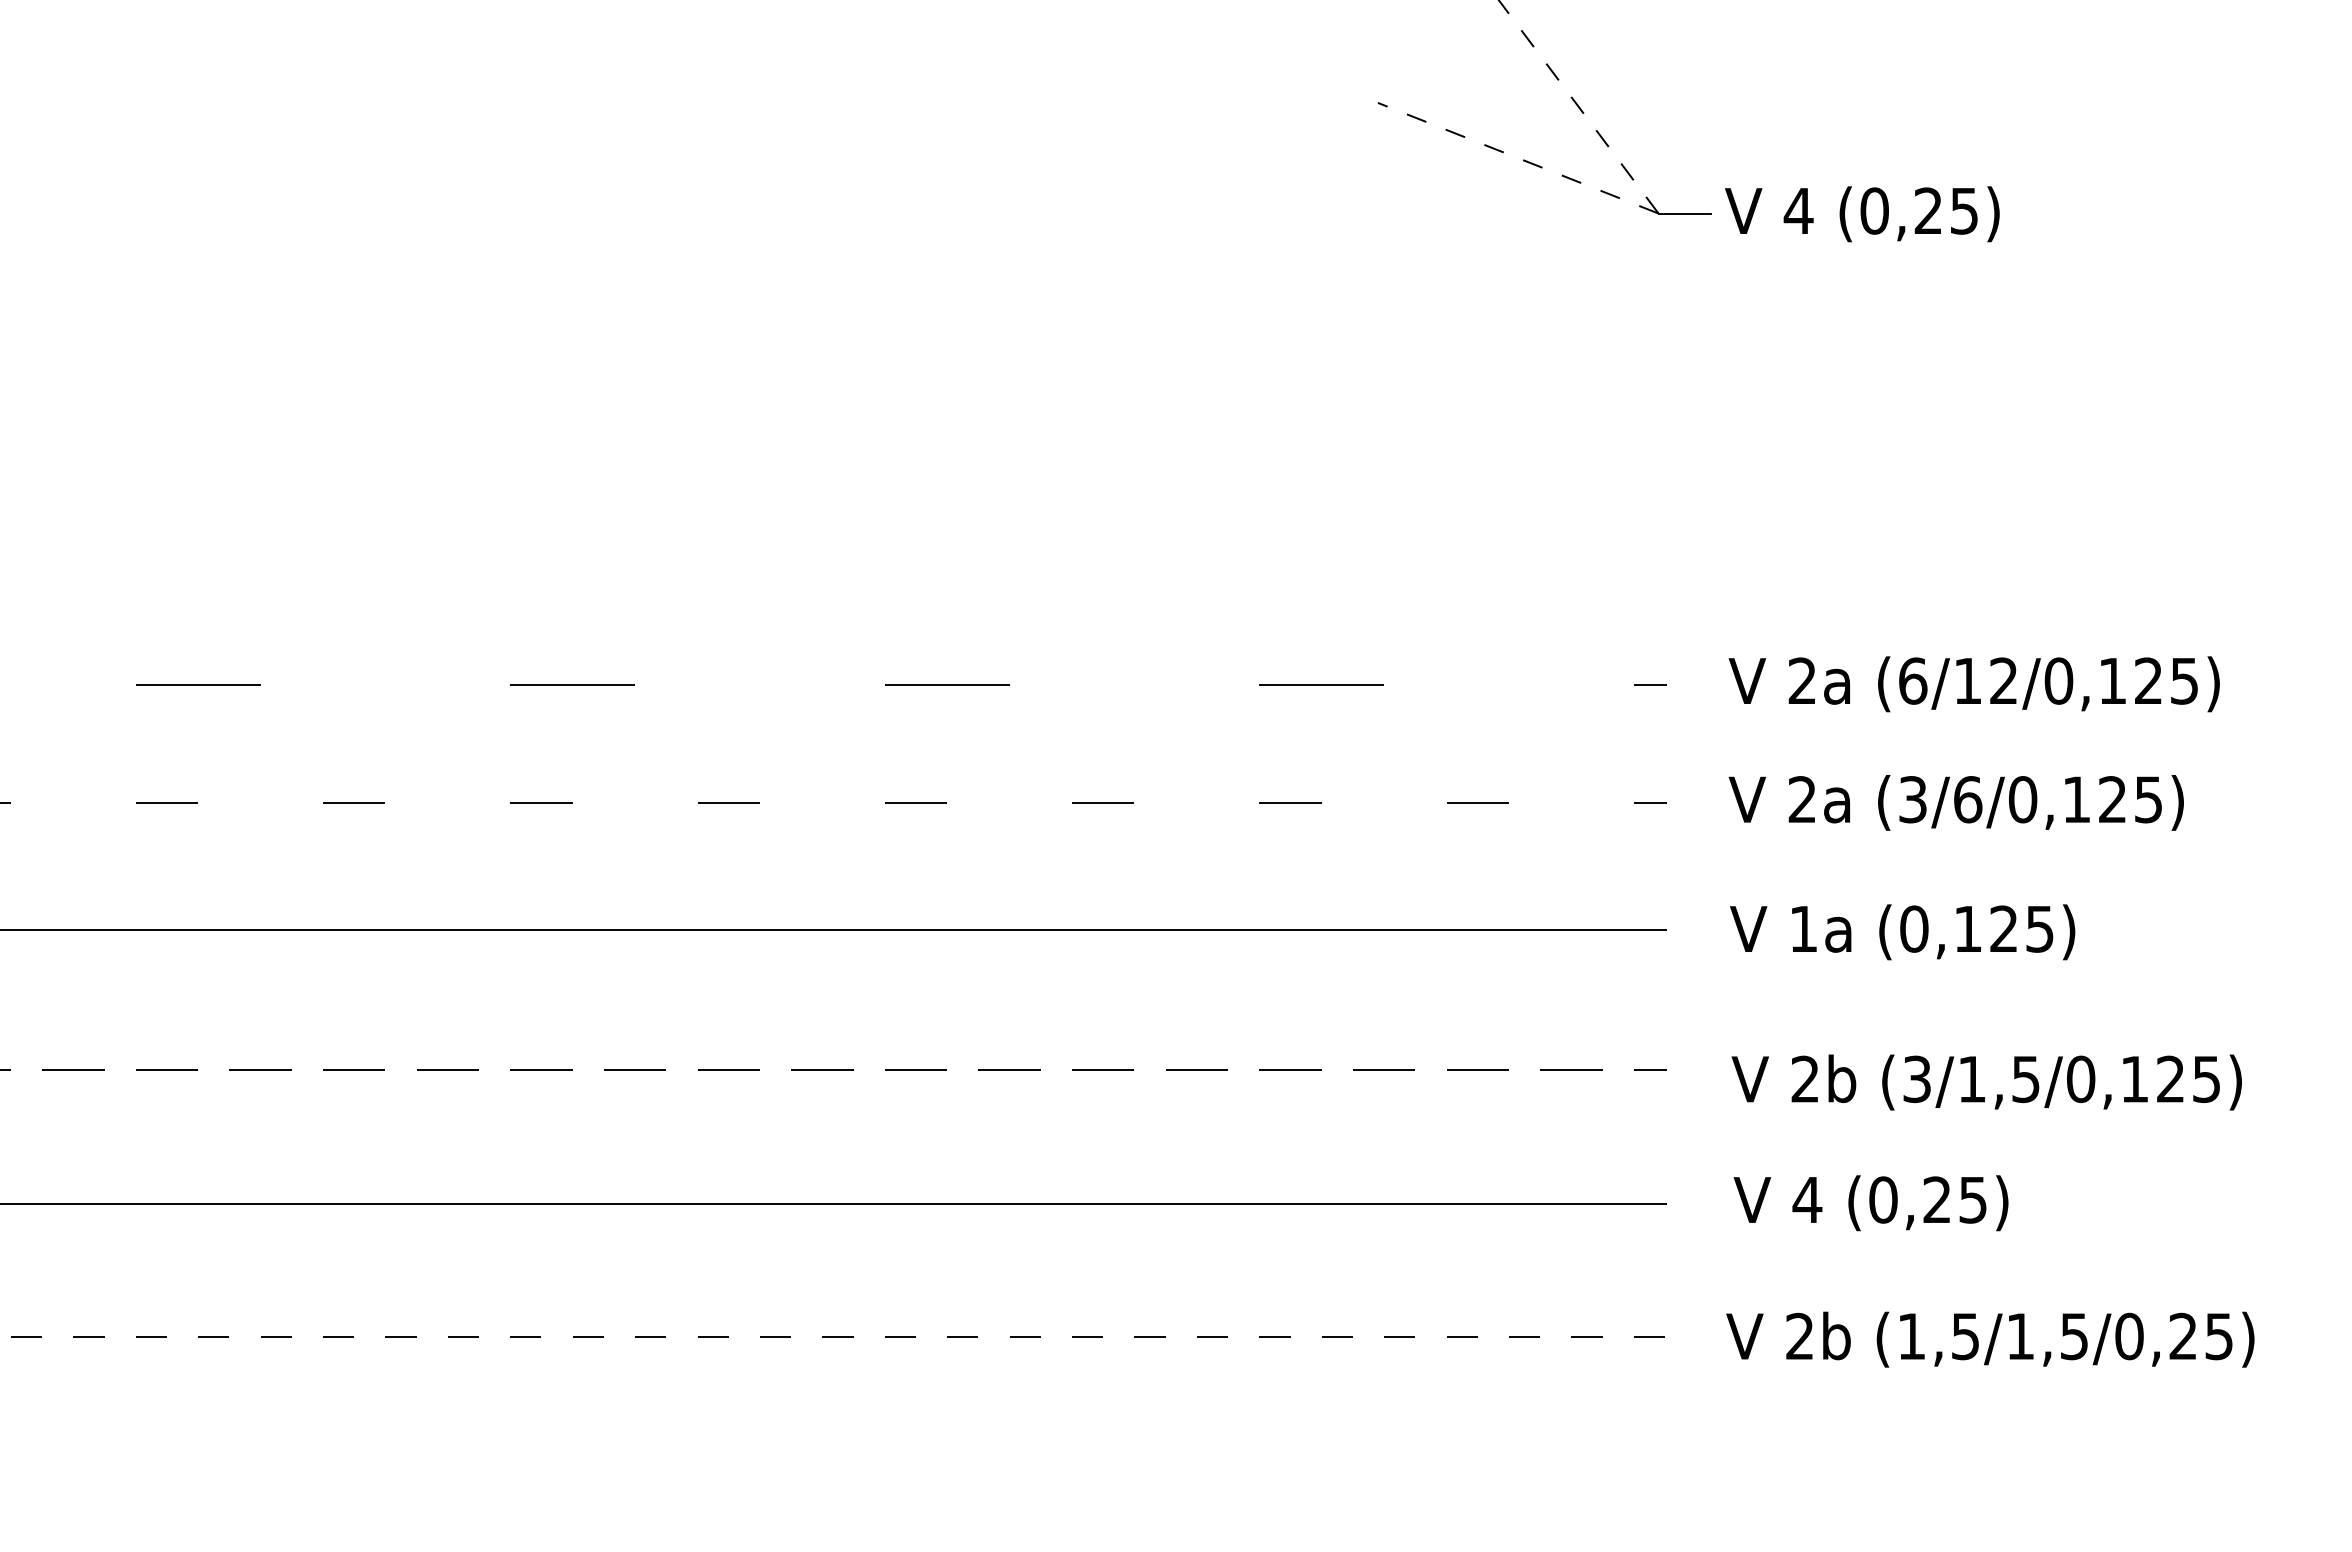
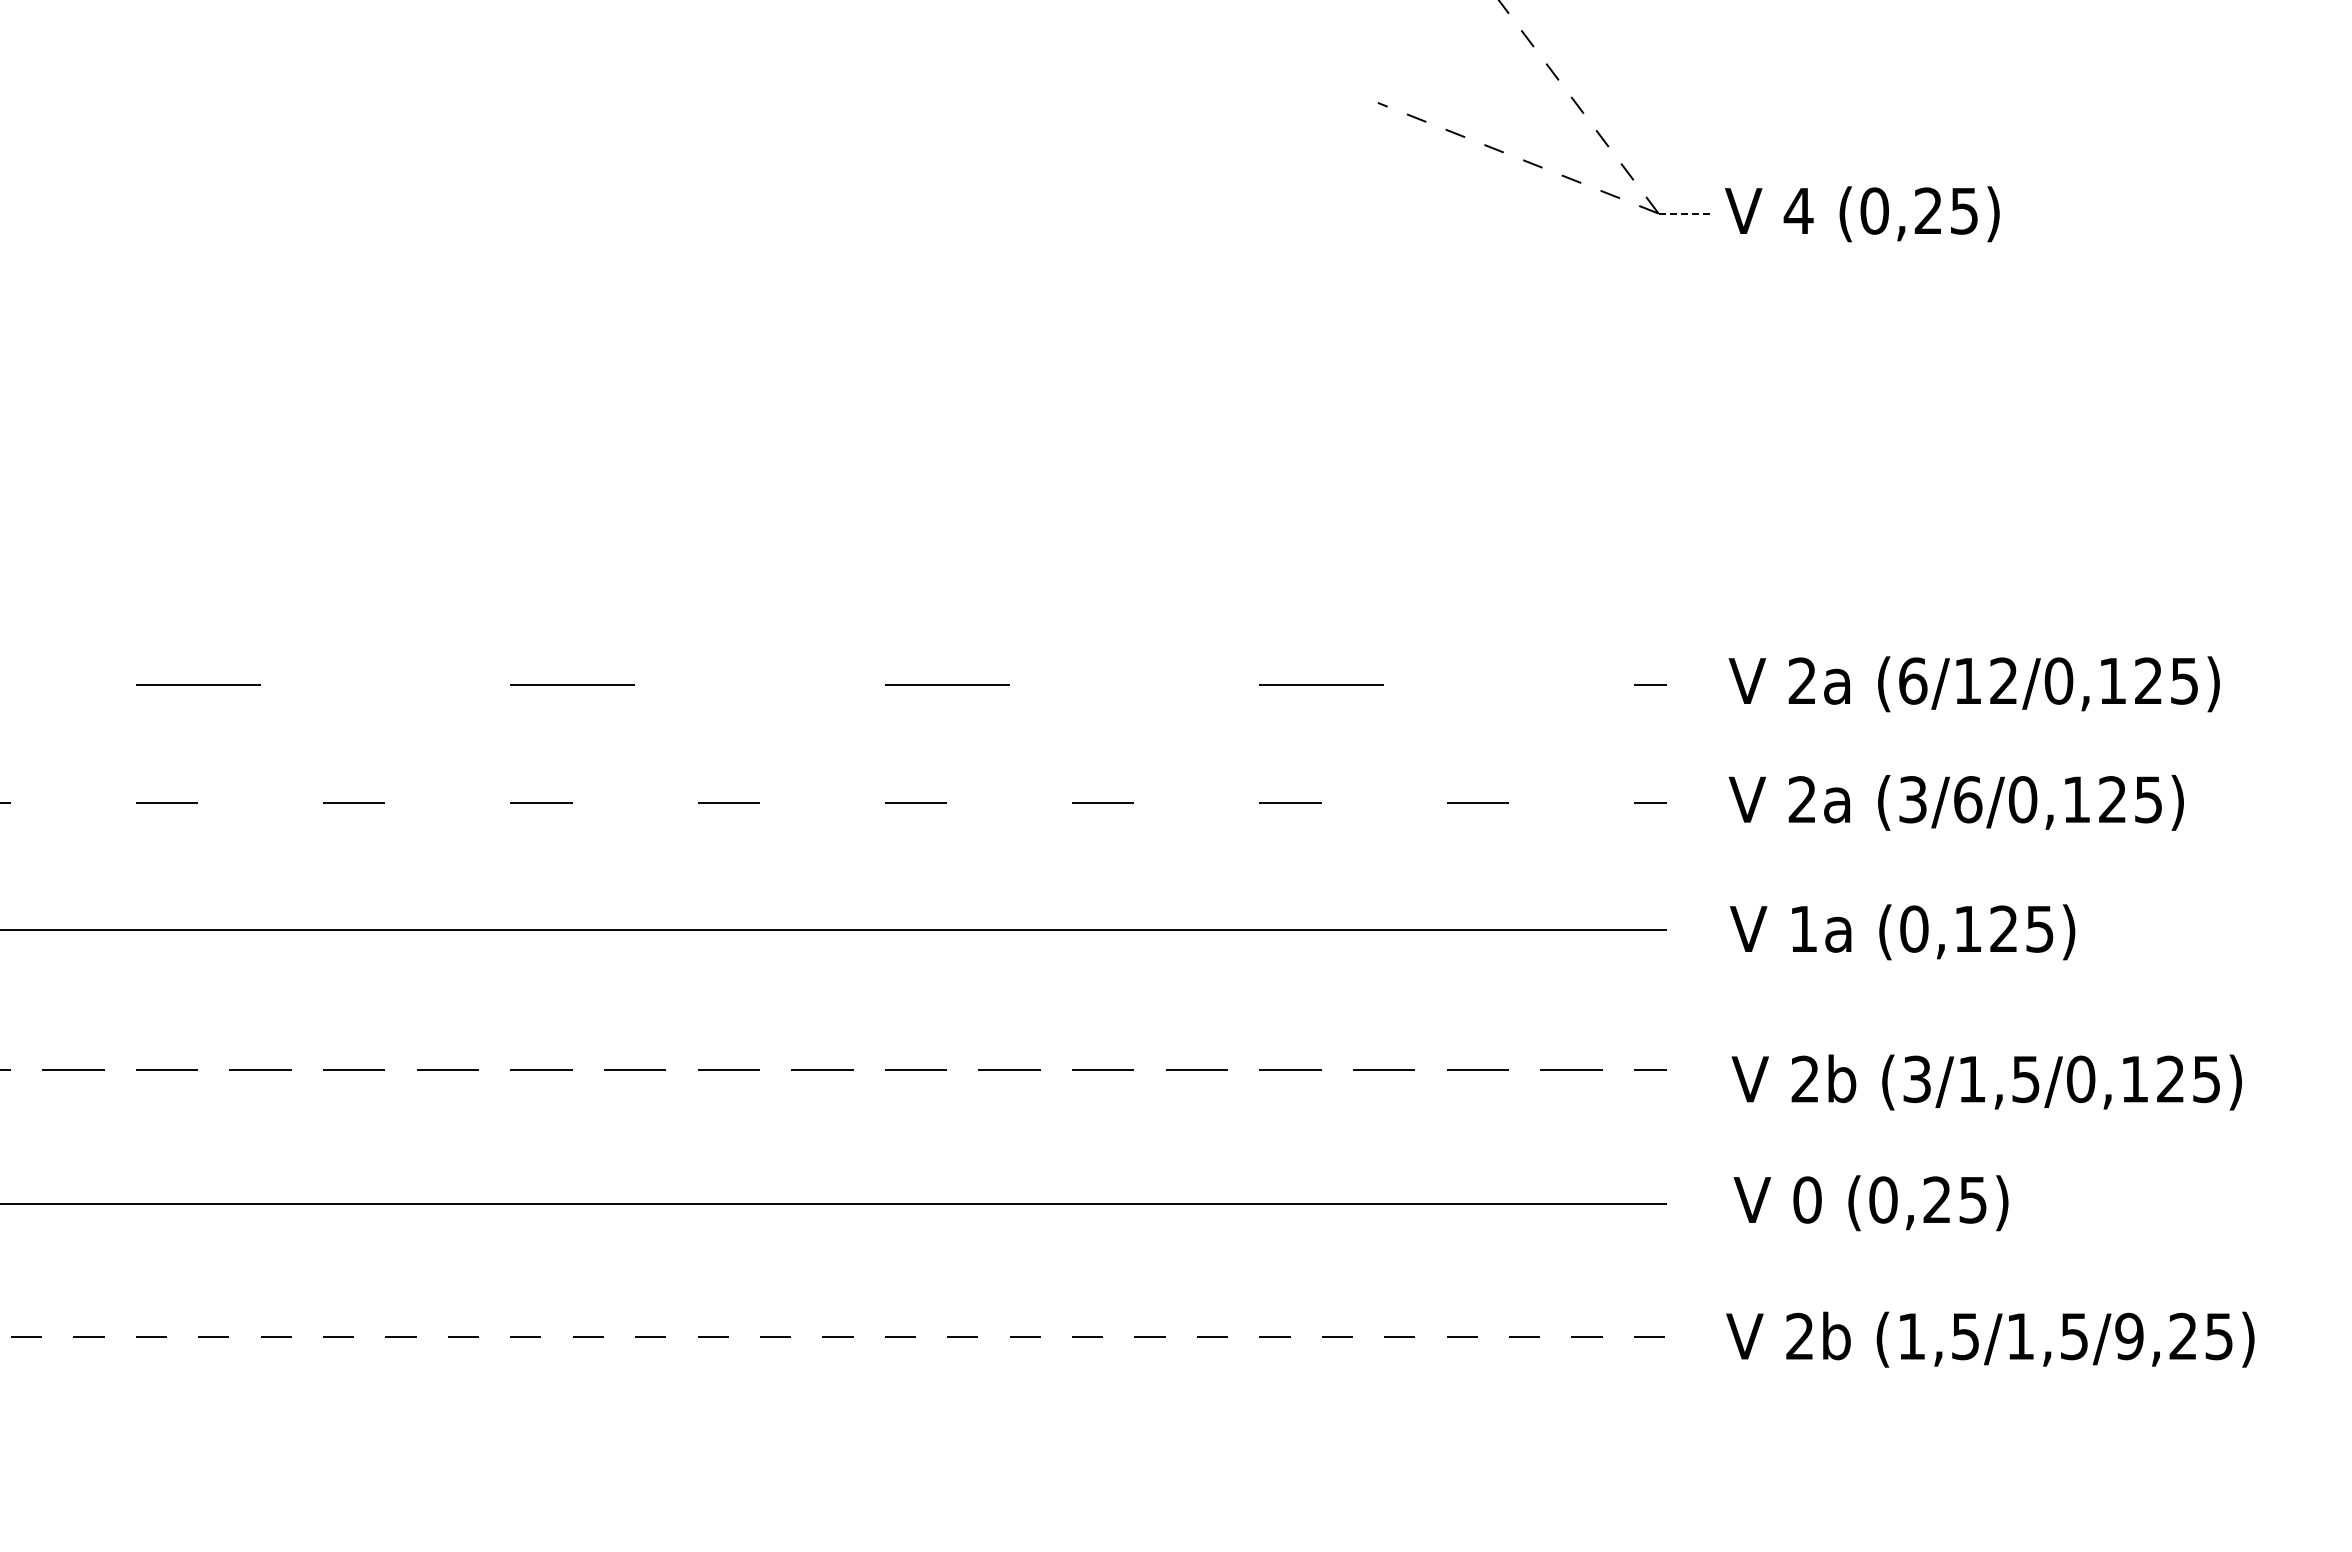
line at (1685, 213): solid -> dashed
text at (1807, 1199): 4 -> 0
text at (2129, 1336): (1,5/1,5/0,25) -> (1,5/1,5/9,25)
